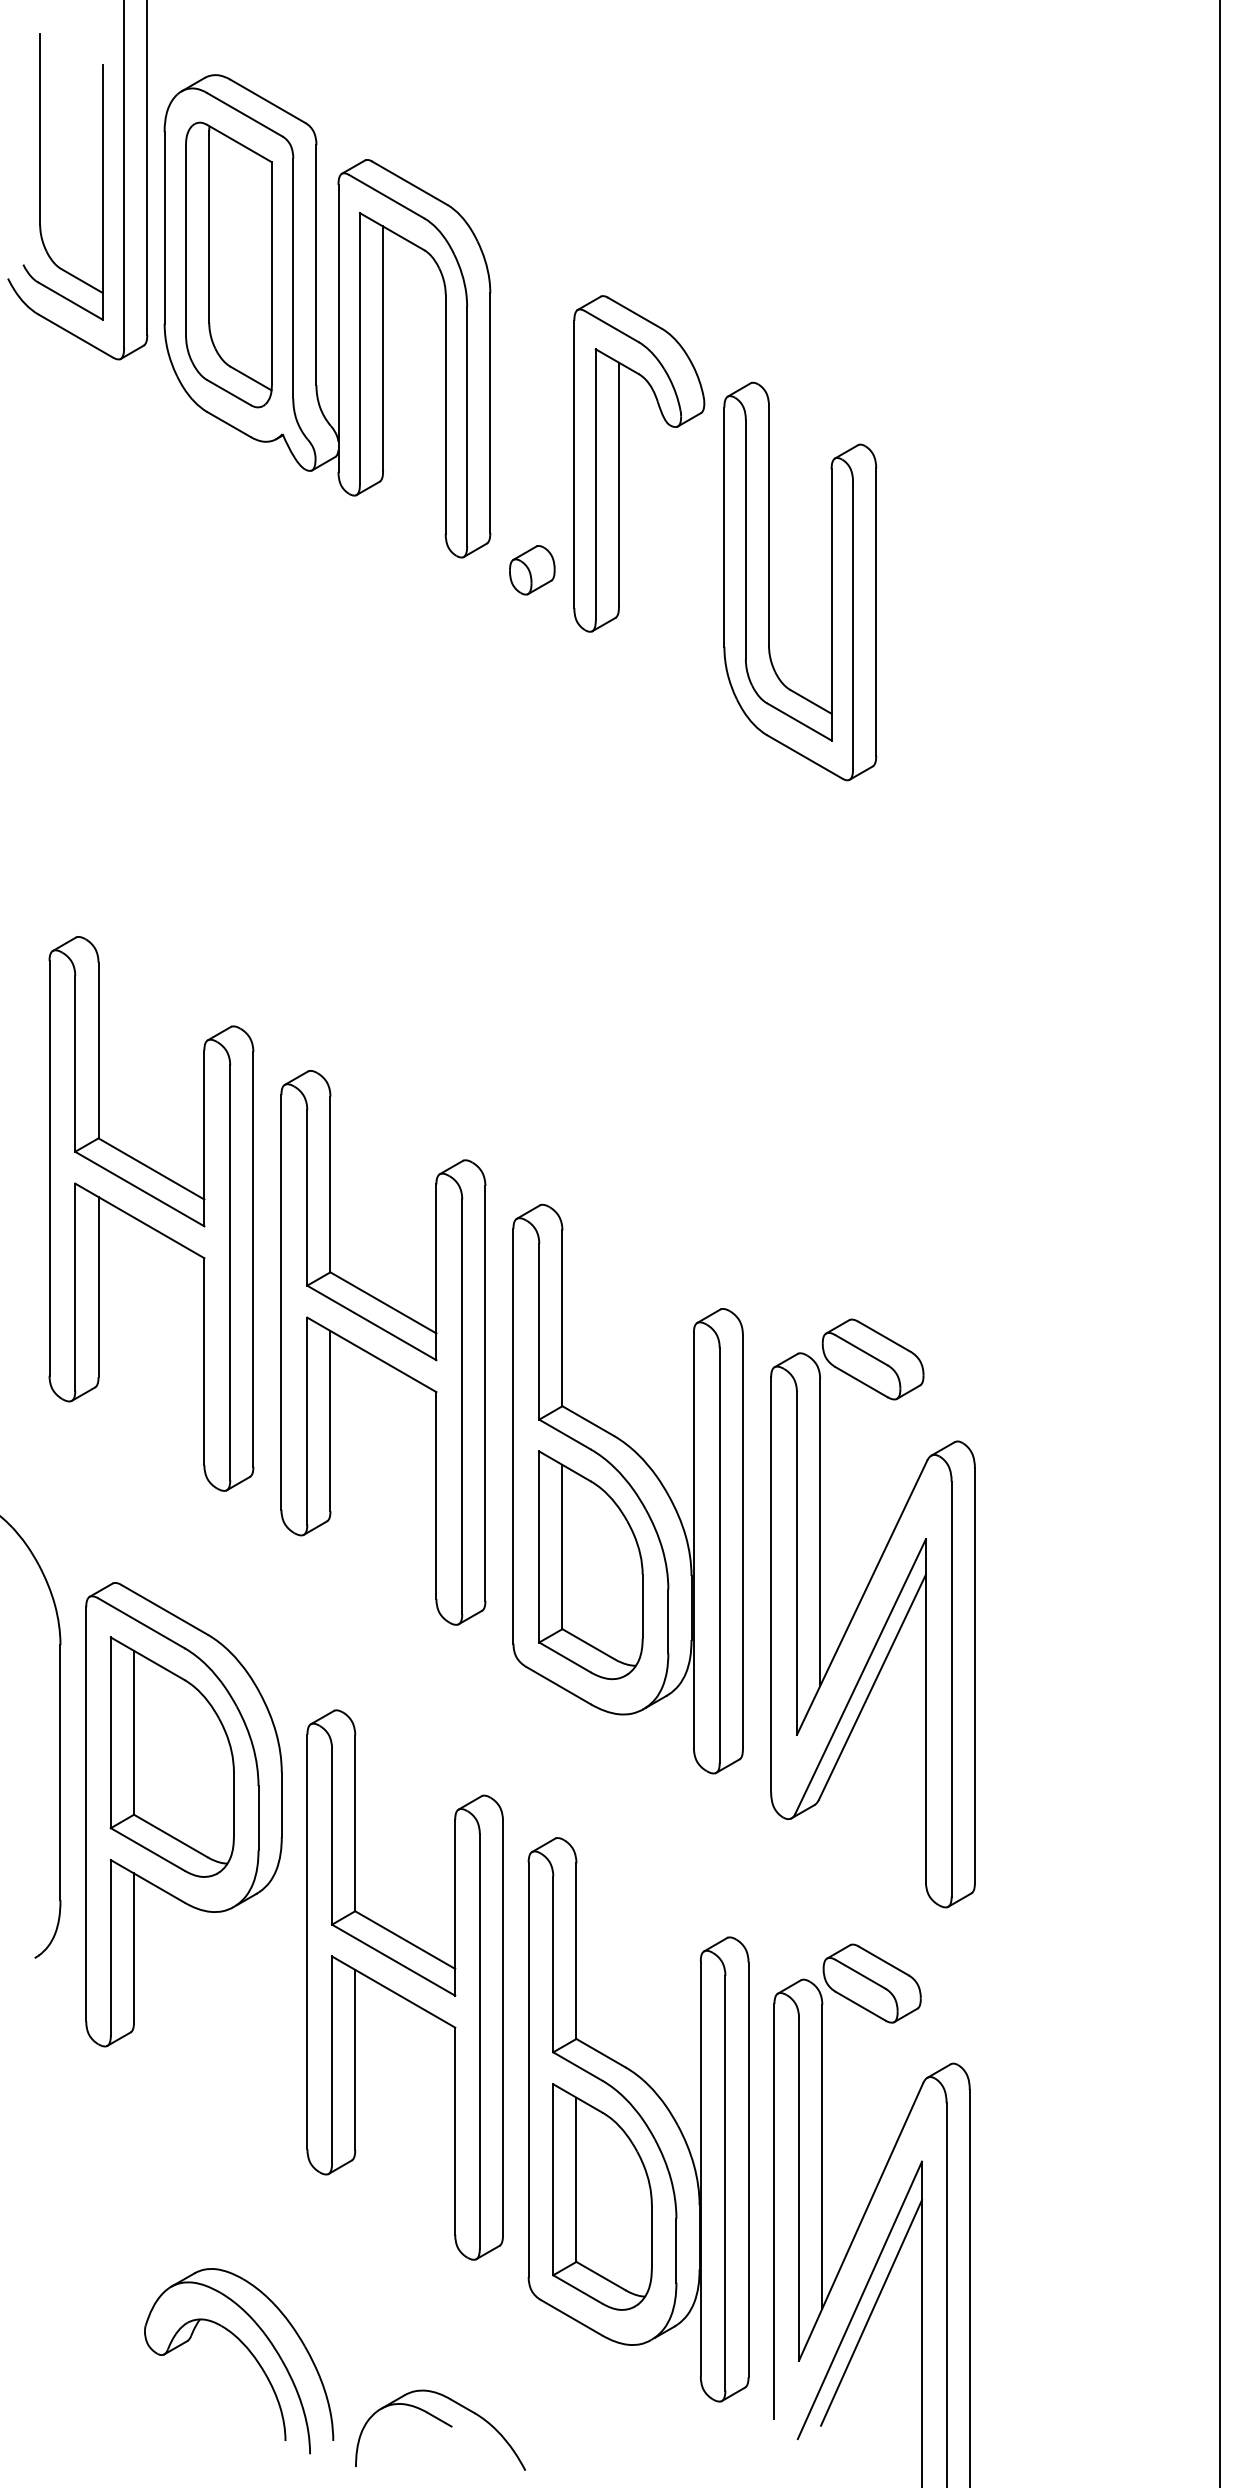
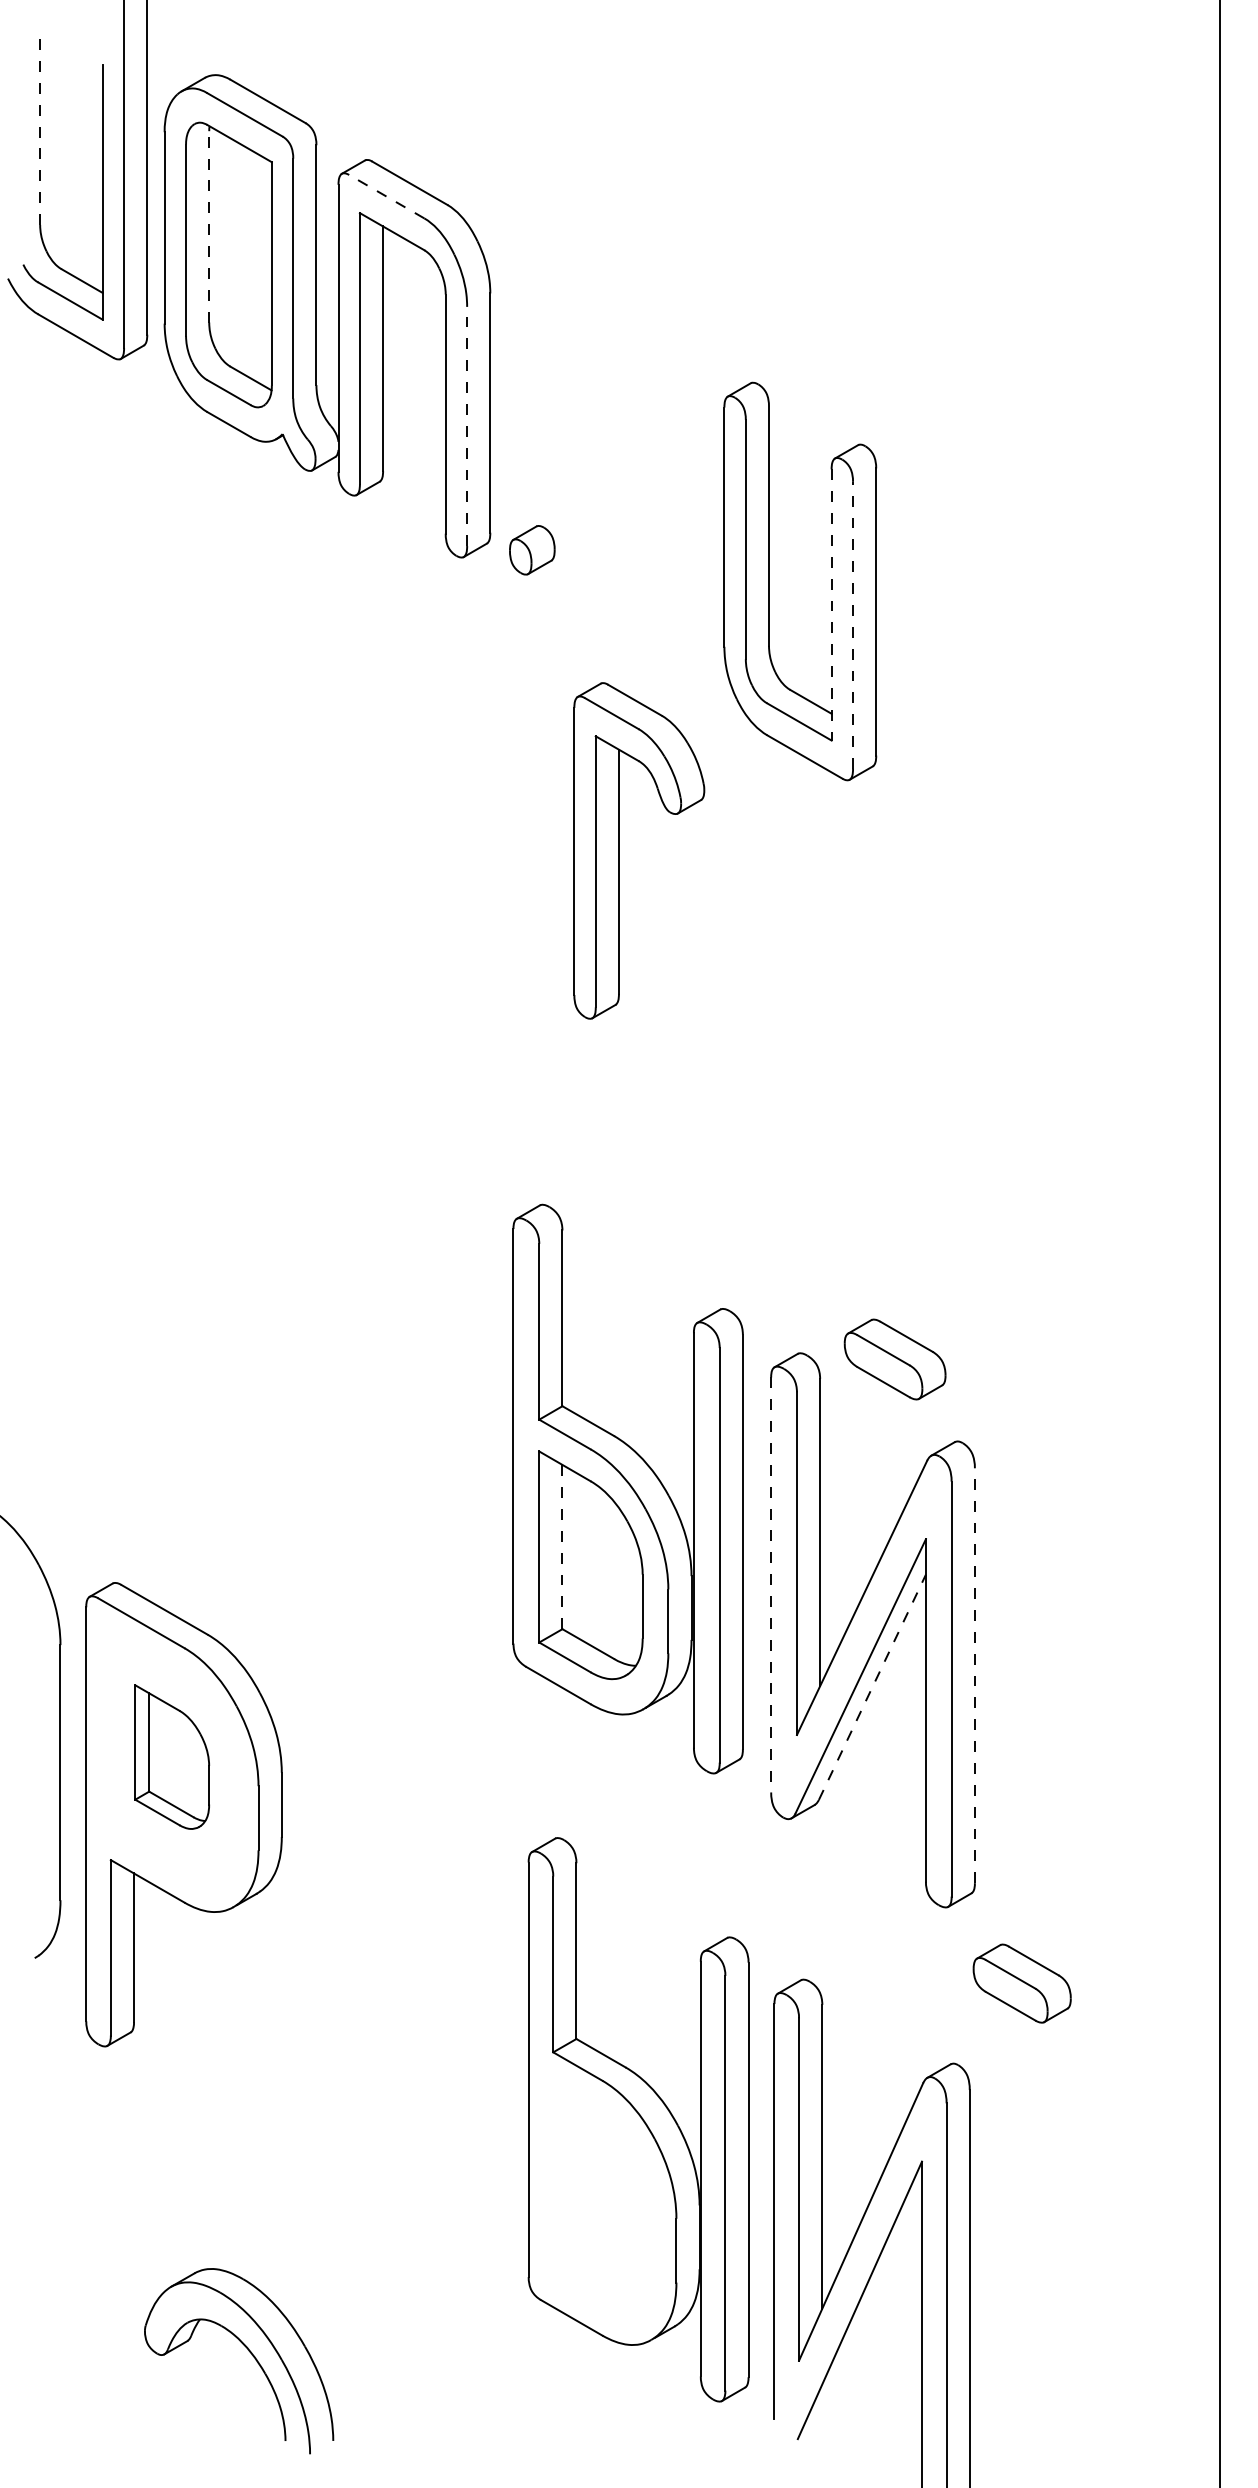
line at (40, 129): solid -> dashed
line at (386, 196): solid -> dashed
line at (209, 226): solid -> dashed
line at (467, 426): solid -> dashed
part at (619, 463) position: (619, 463) -> (619, 850)
part at (532, 570) position: (532, 570) -> (532, 550)
line at (831, 604): solid -> dashed
line at (853, 624): solid -> dashed
part at (151, 1213): present -> none
part at (383, 1347): present -> none
part at (872, 1359) position: (872, 1359) -> (894, 1359)
line at (562, 1546): solid -> dashed
line at (771, 1585): solid -> dashed
line at (974, 1675): solid -> dashed
line at (872, 1687): solid -> dashed
part at (171, 1756) size: 126x242 px -> 76x146 px
part at (871, 1983) position: (871, 1983) -> (1021, 1983)
part at (404, 1984): present -> none
part at (602, 2196): present -> none
line at (871, 2312): present -> none
part at (445, 2424): present -> none
